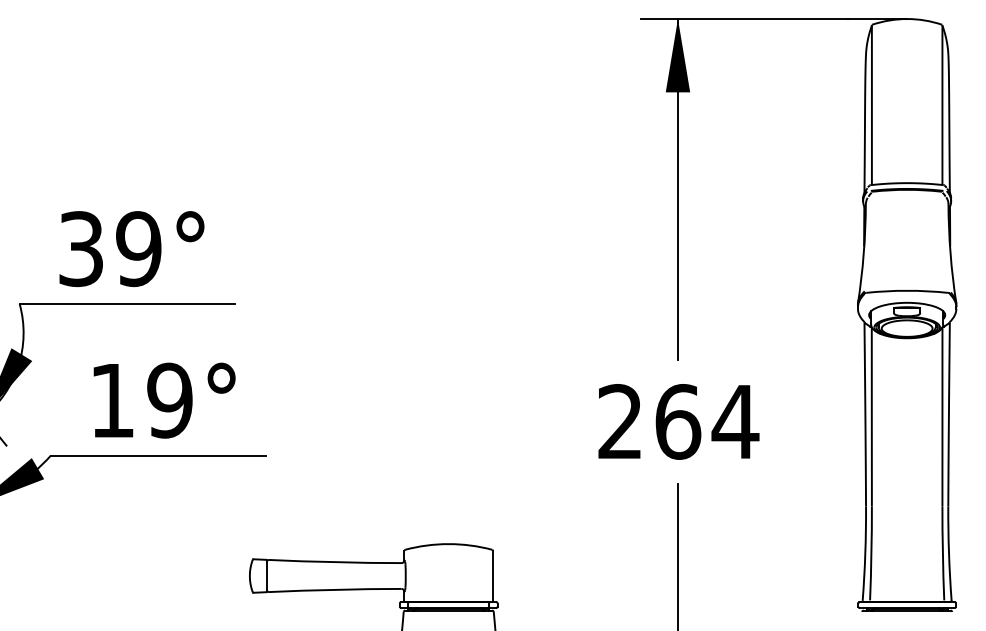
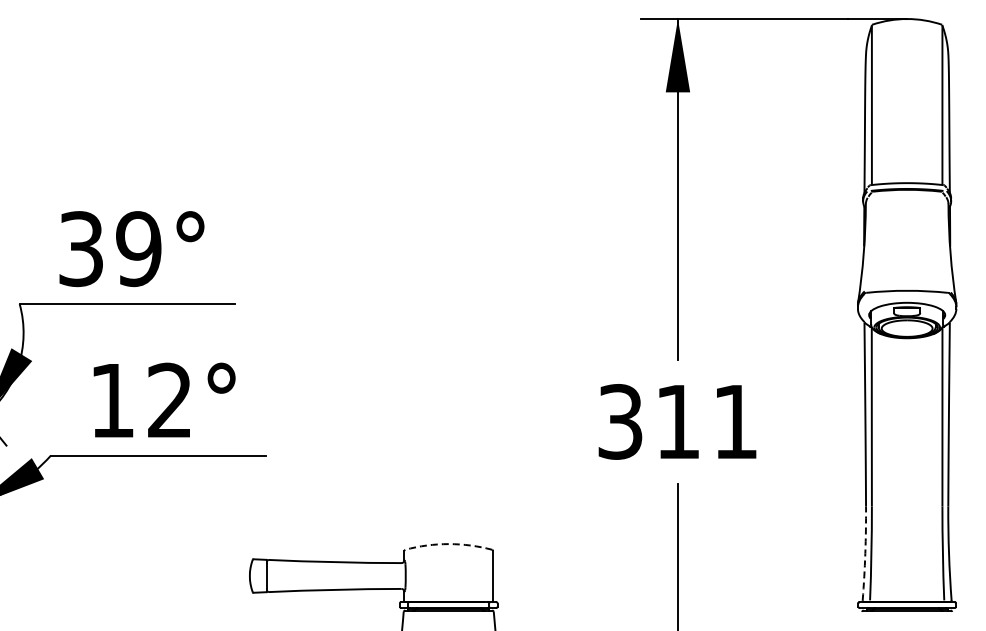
text at (169, 400): 19° -> 12°
text at (678, 421): 264 -> 311
arc at (448, 544): solid -> dashed
arc at (865, 553): solid -> dashed
